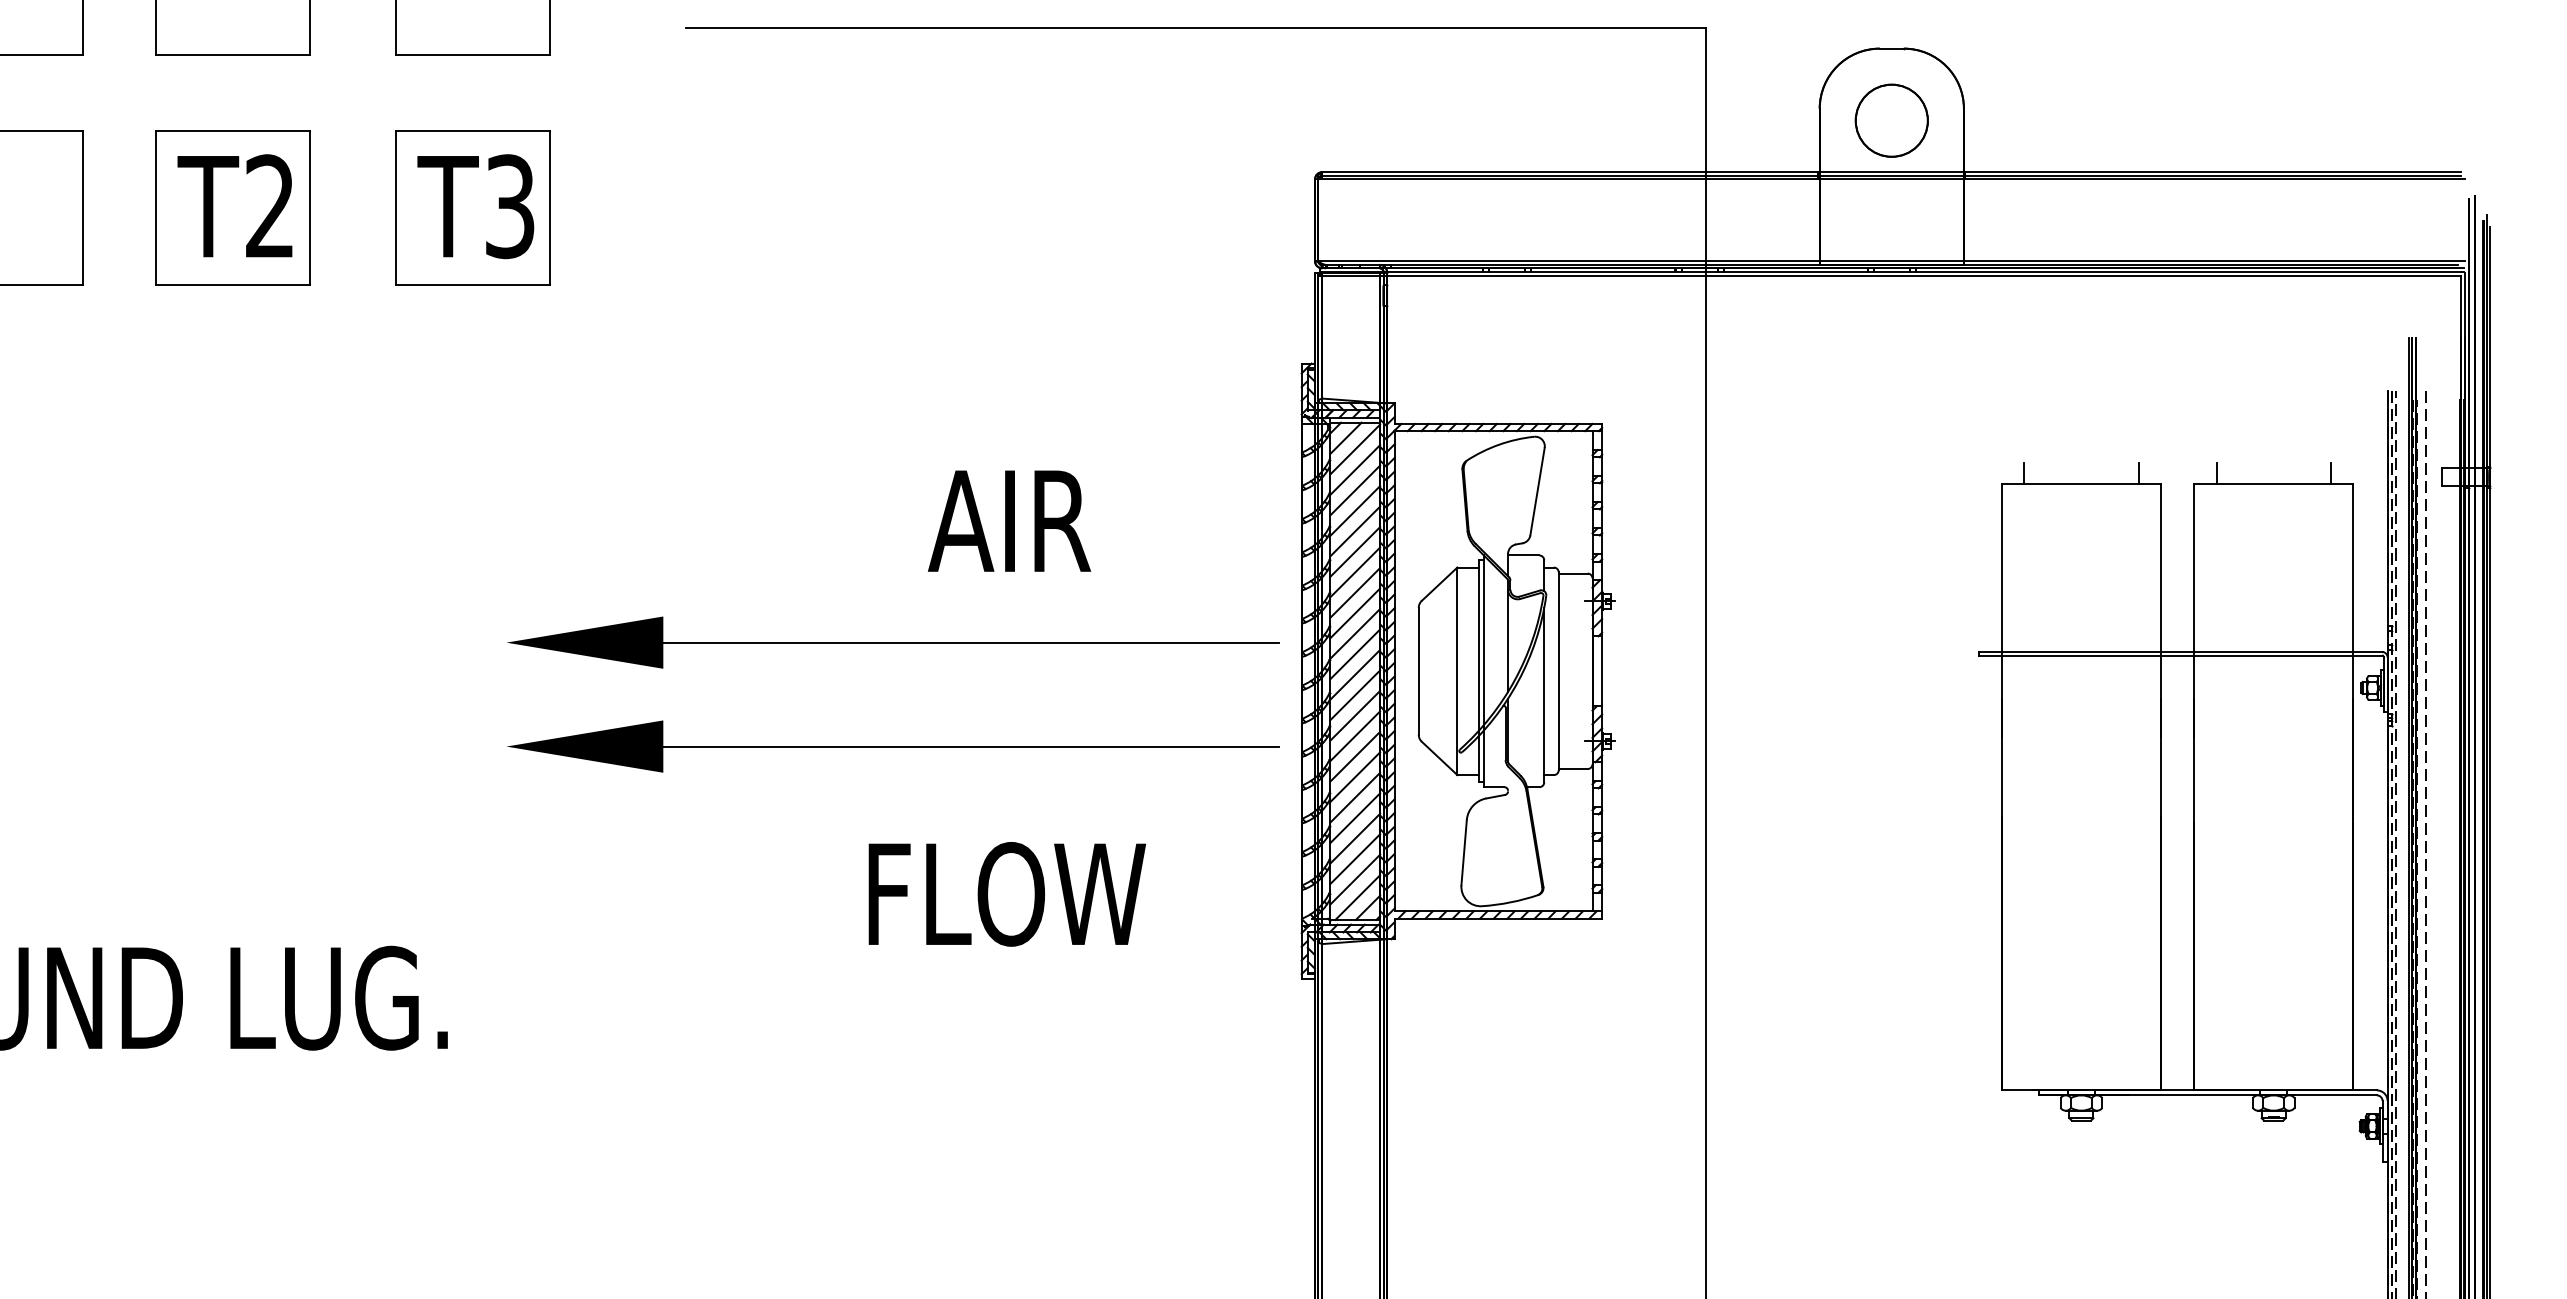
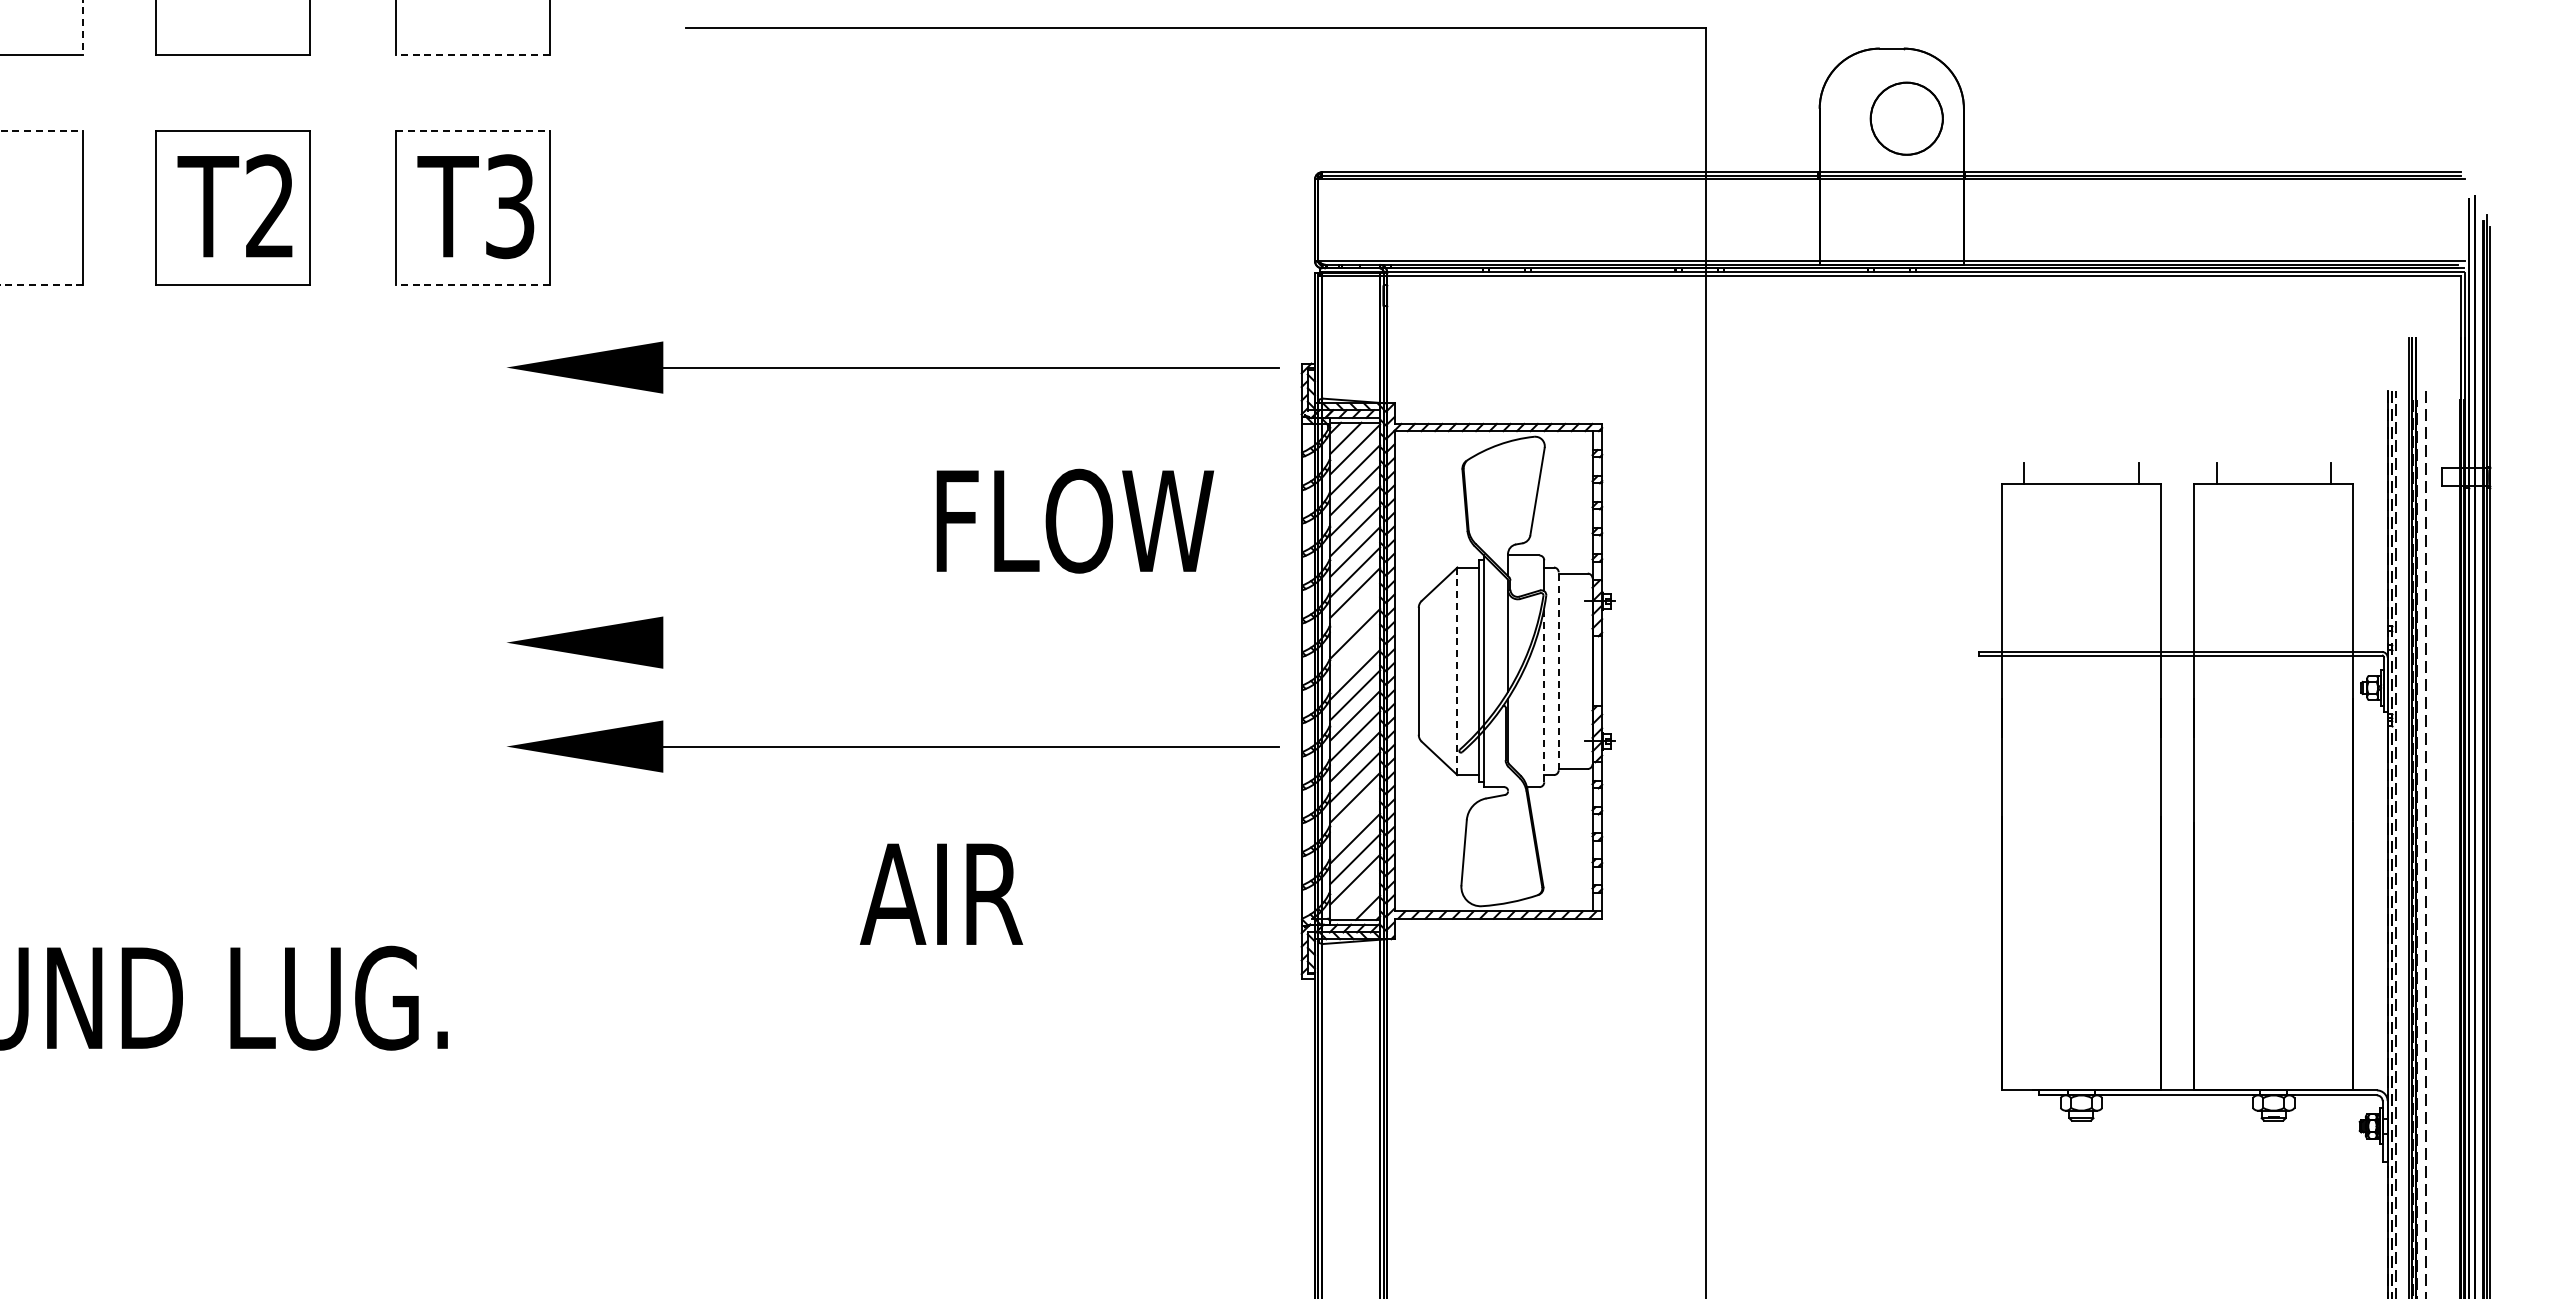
line at (83, 27): solid -> dashed
line at (472, 54): solid -> dashed
circle at (1891, 120) position: (1891, 120) -> (1906, 118)
line at (42, 131): solid -> dashed
line at (472, 131): solid -> dashed
line at (41, 284): solid -> dashed
line at (472, 284): solid -> dashed
part at (893, 367): none -> present
text at (1070, 520): AIR -> FLOW
line at (1355, 613): present -> none
line at (970, 642): present -> none
line at (1355, 654): present -> none
line at (1457, 671): solid -> dashed
line at (1558, 671): solid -> dashed
line at (1544, 694): solid -> dashed
line at (1355, 818): present -> none
text at (1002, 894): FLOW -> AIR
line at (1357, 897): present -> none
